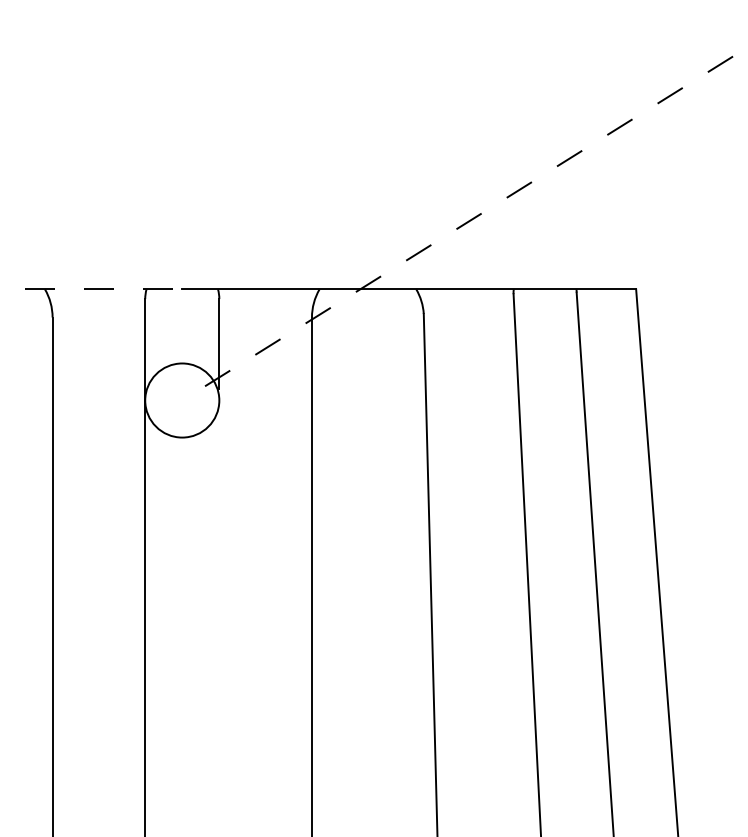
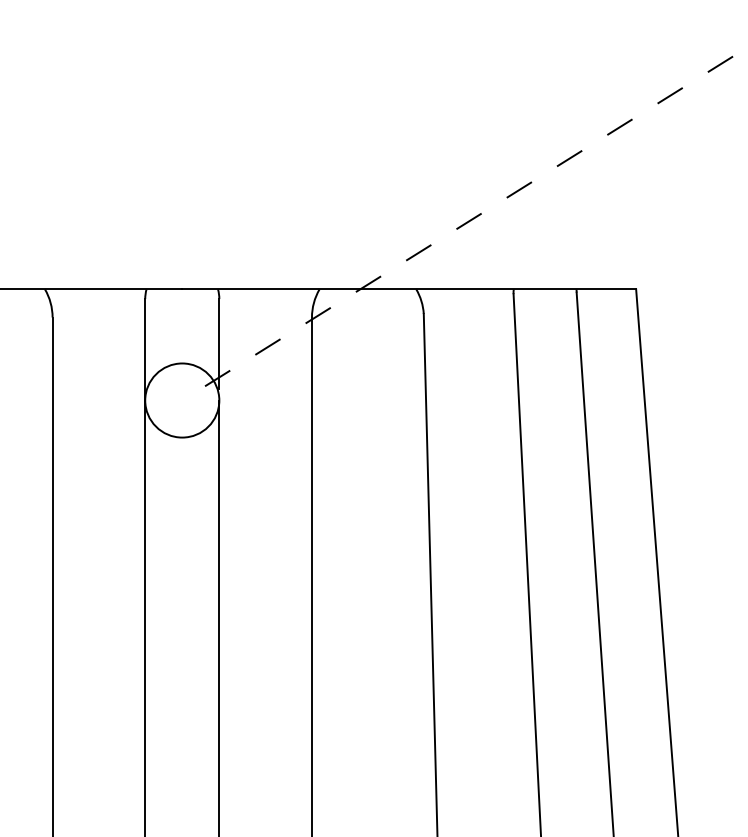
line at (91, 289): dashed -> solid
line at (219, 616): none -> present
